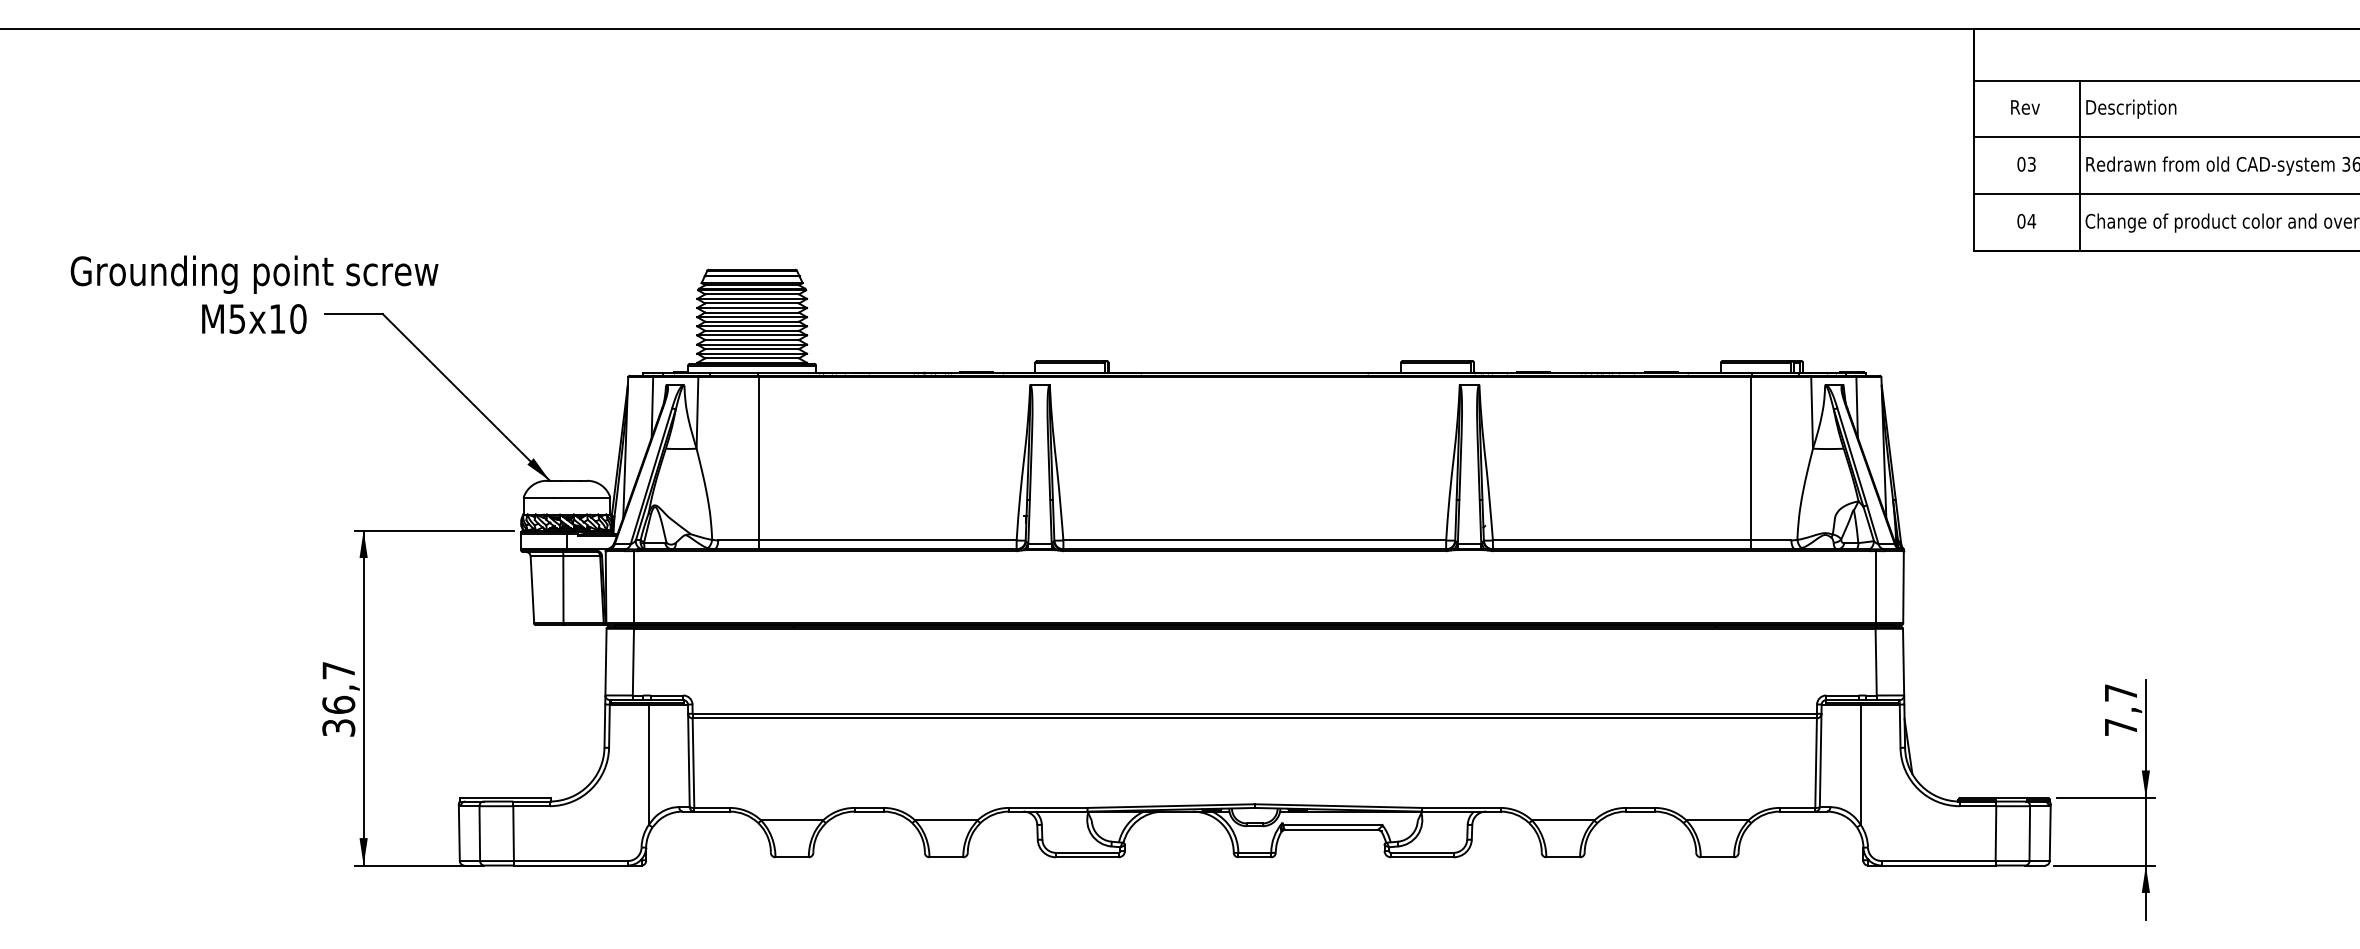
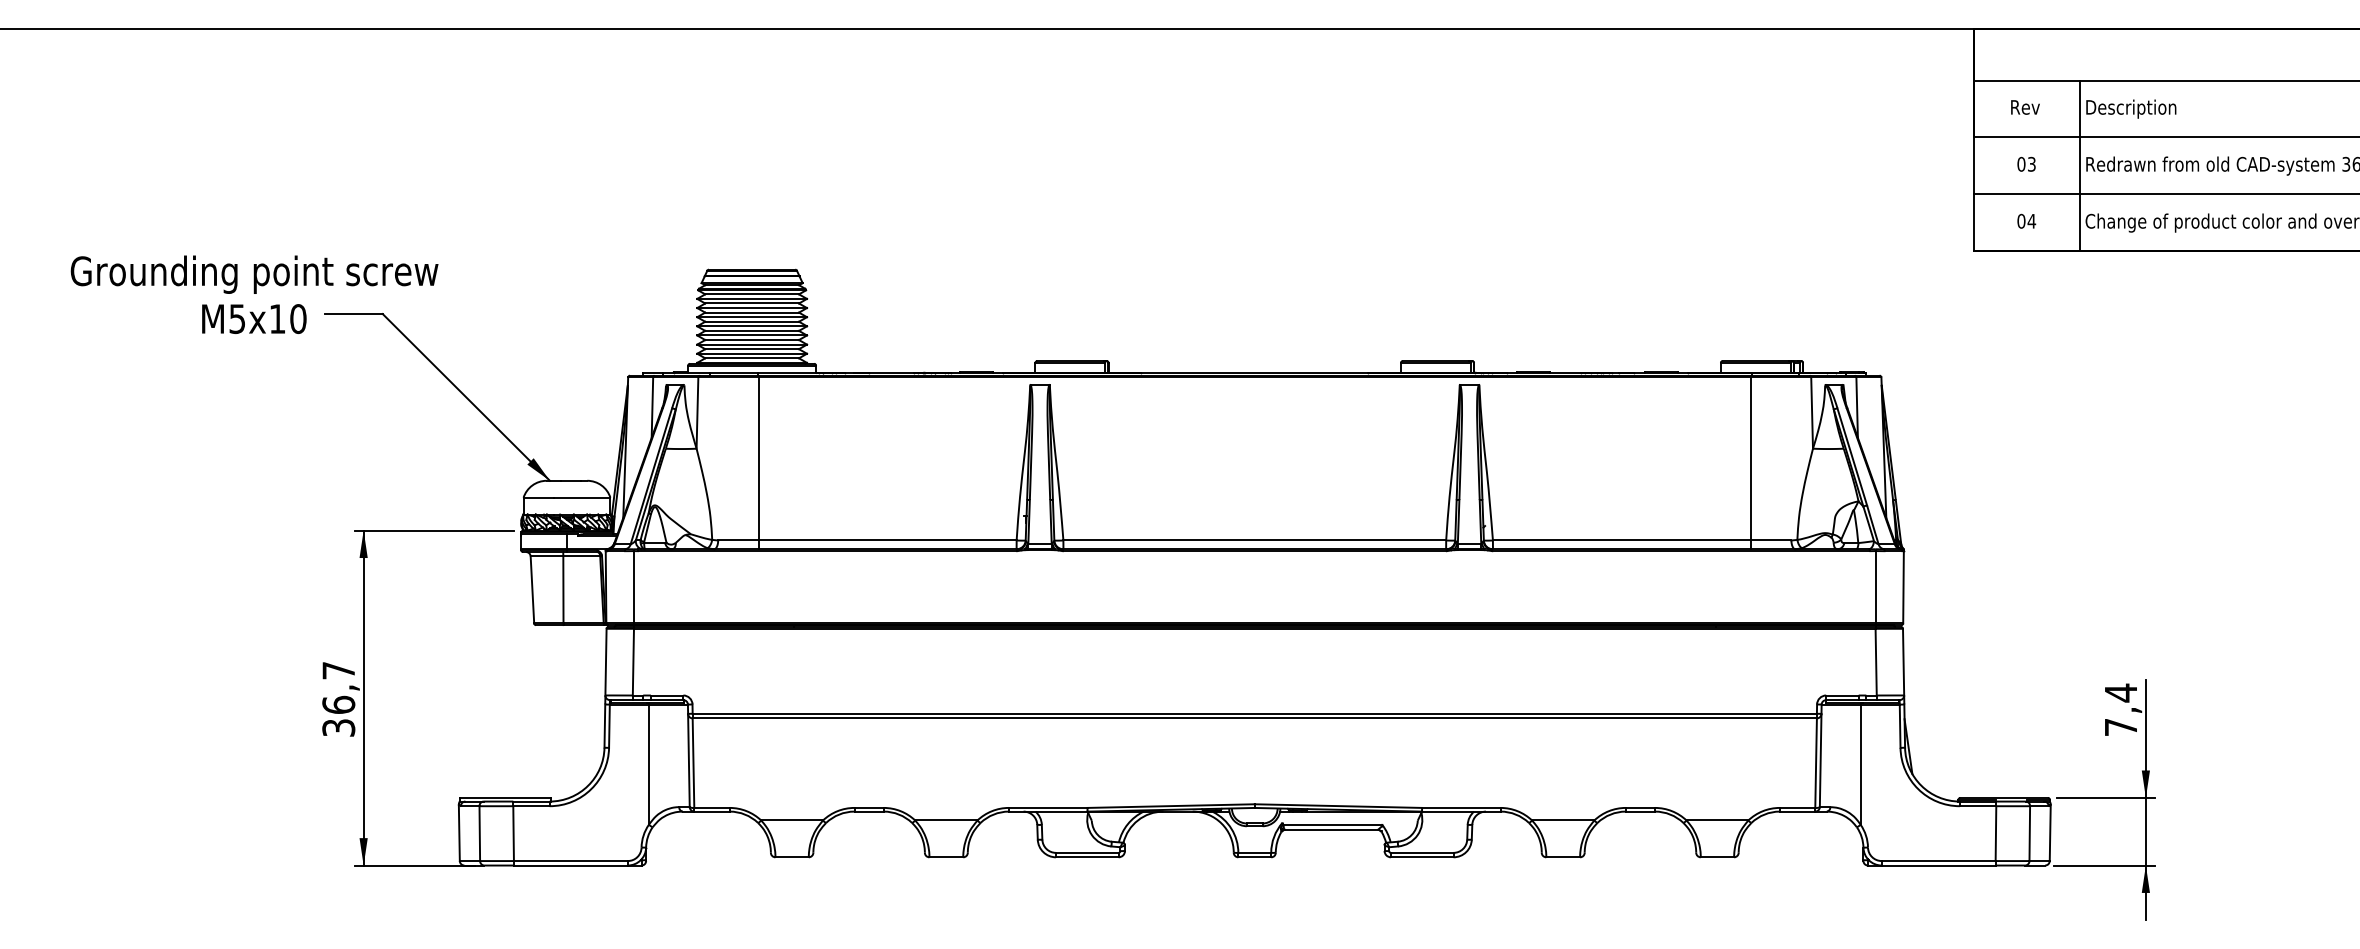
text at (2120, 692): 7,7 -> 7,4
